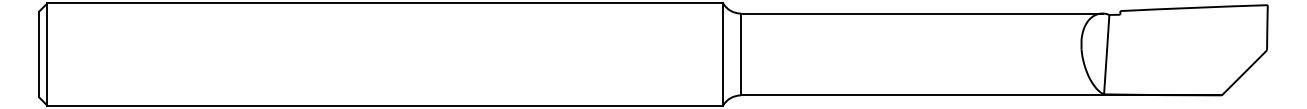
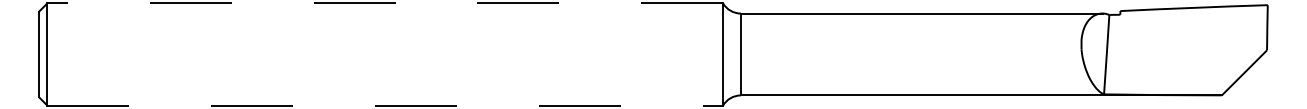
line at (385, 3): solid -> dashed
line at (385, 105): solid -> dashed
